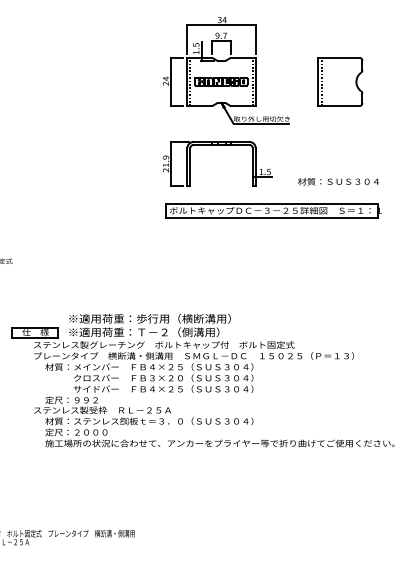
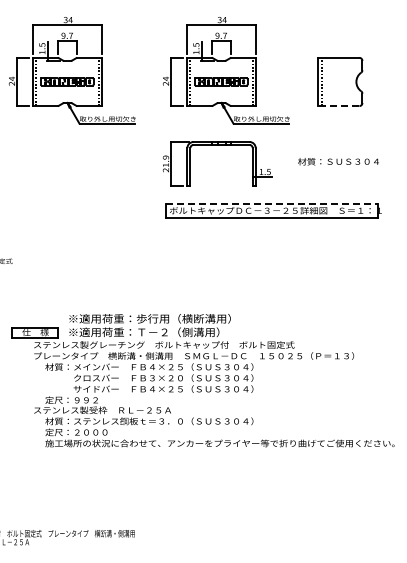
part at (72, 70): none -> present
line at (338, 106): solid -> dashed
text at (338, 181) position: (338, 181) -> (338, 161)
line at (271, 203): solid -> dashed
